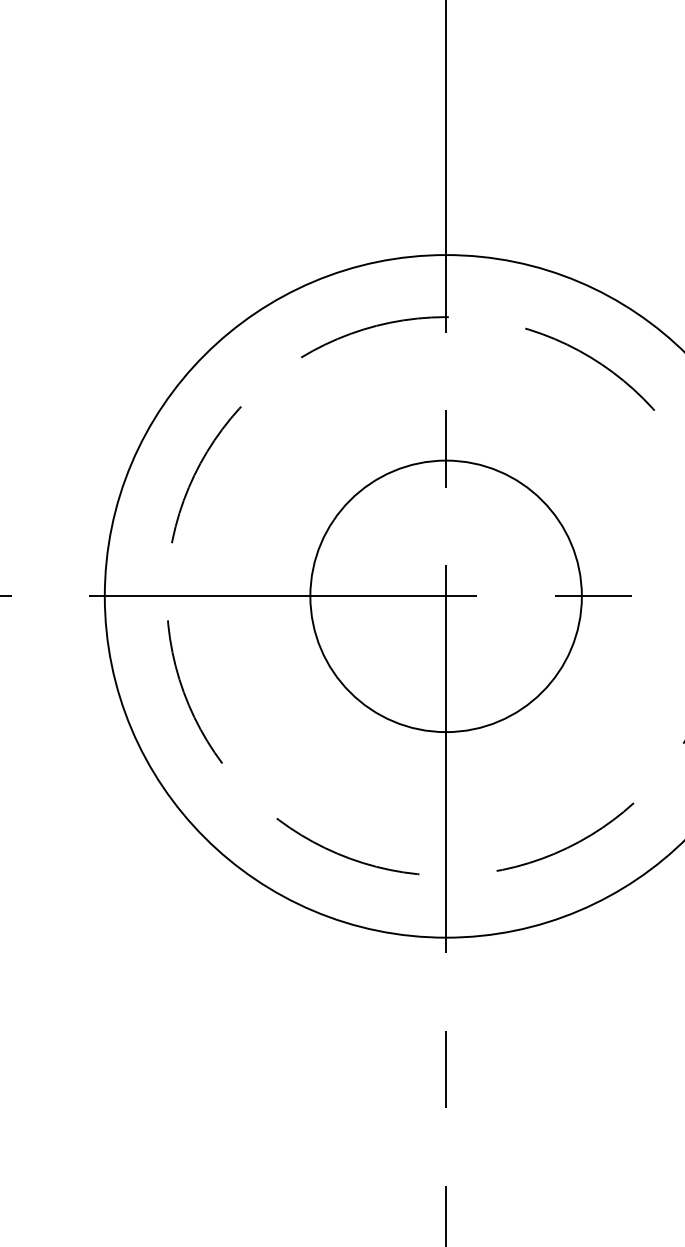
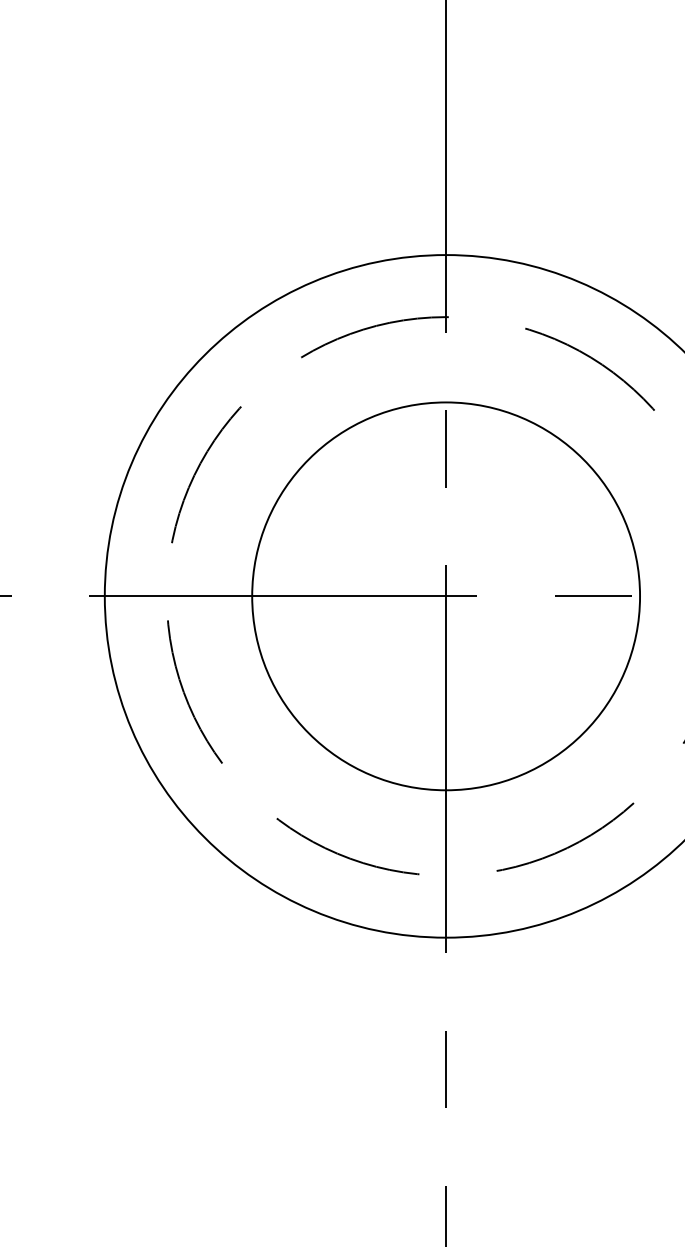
circle at (445, 596) diameter: 271 px -> 388 px
